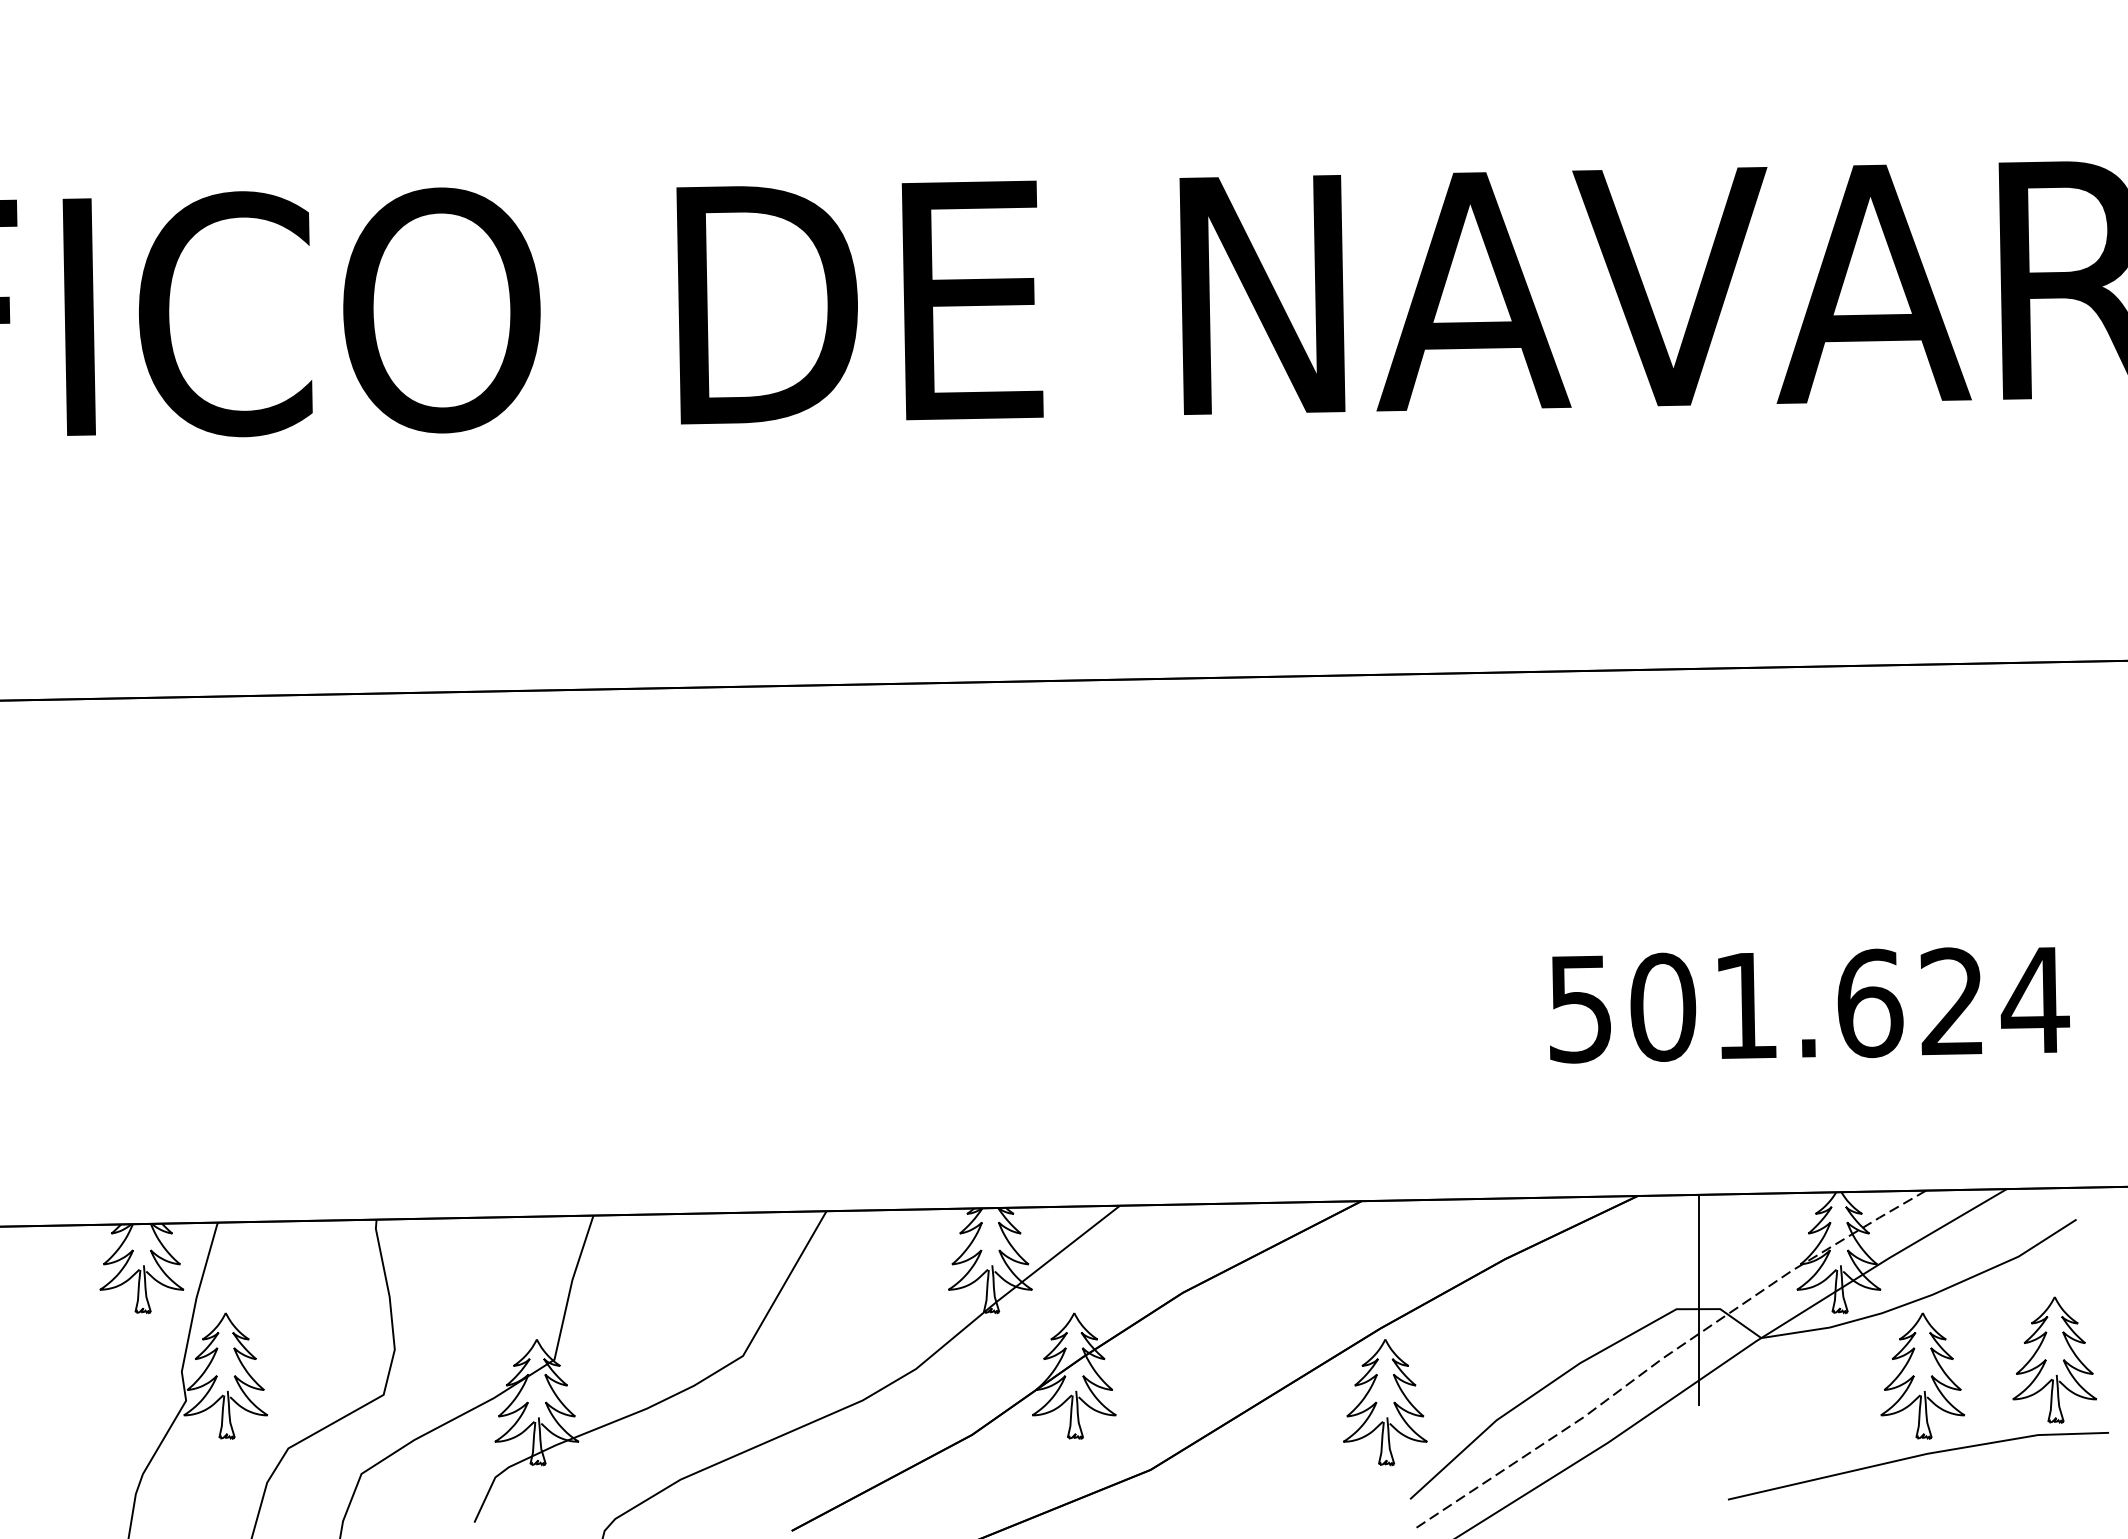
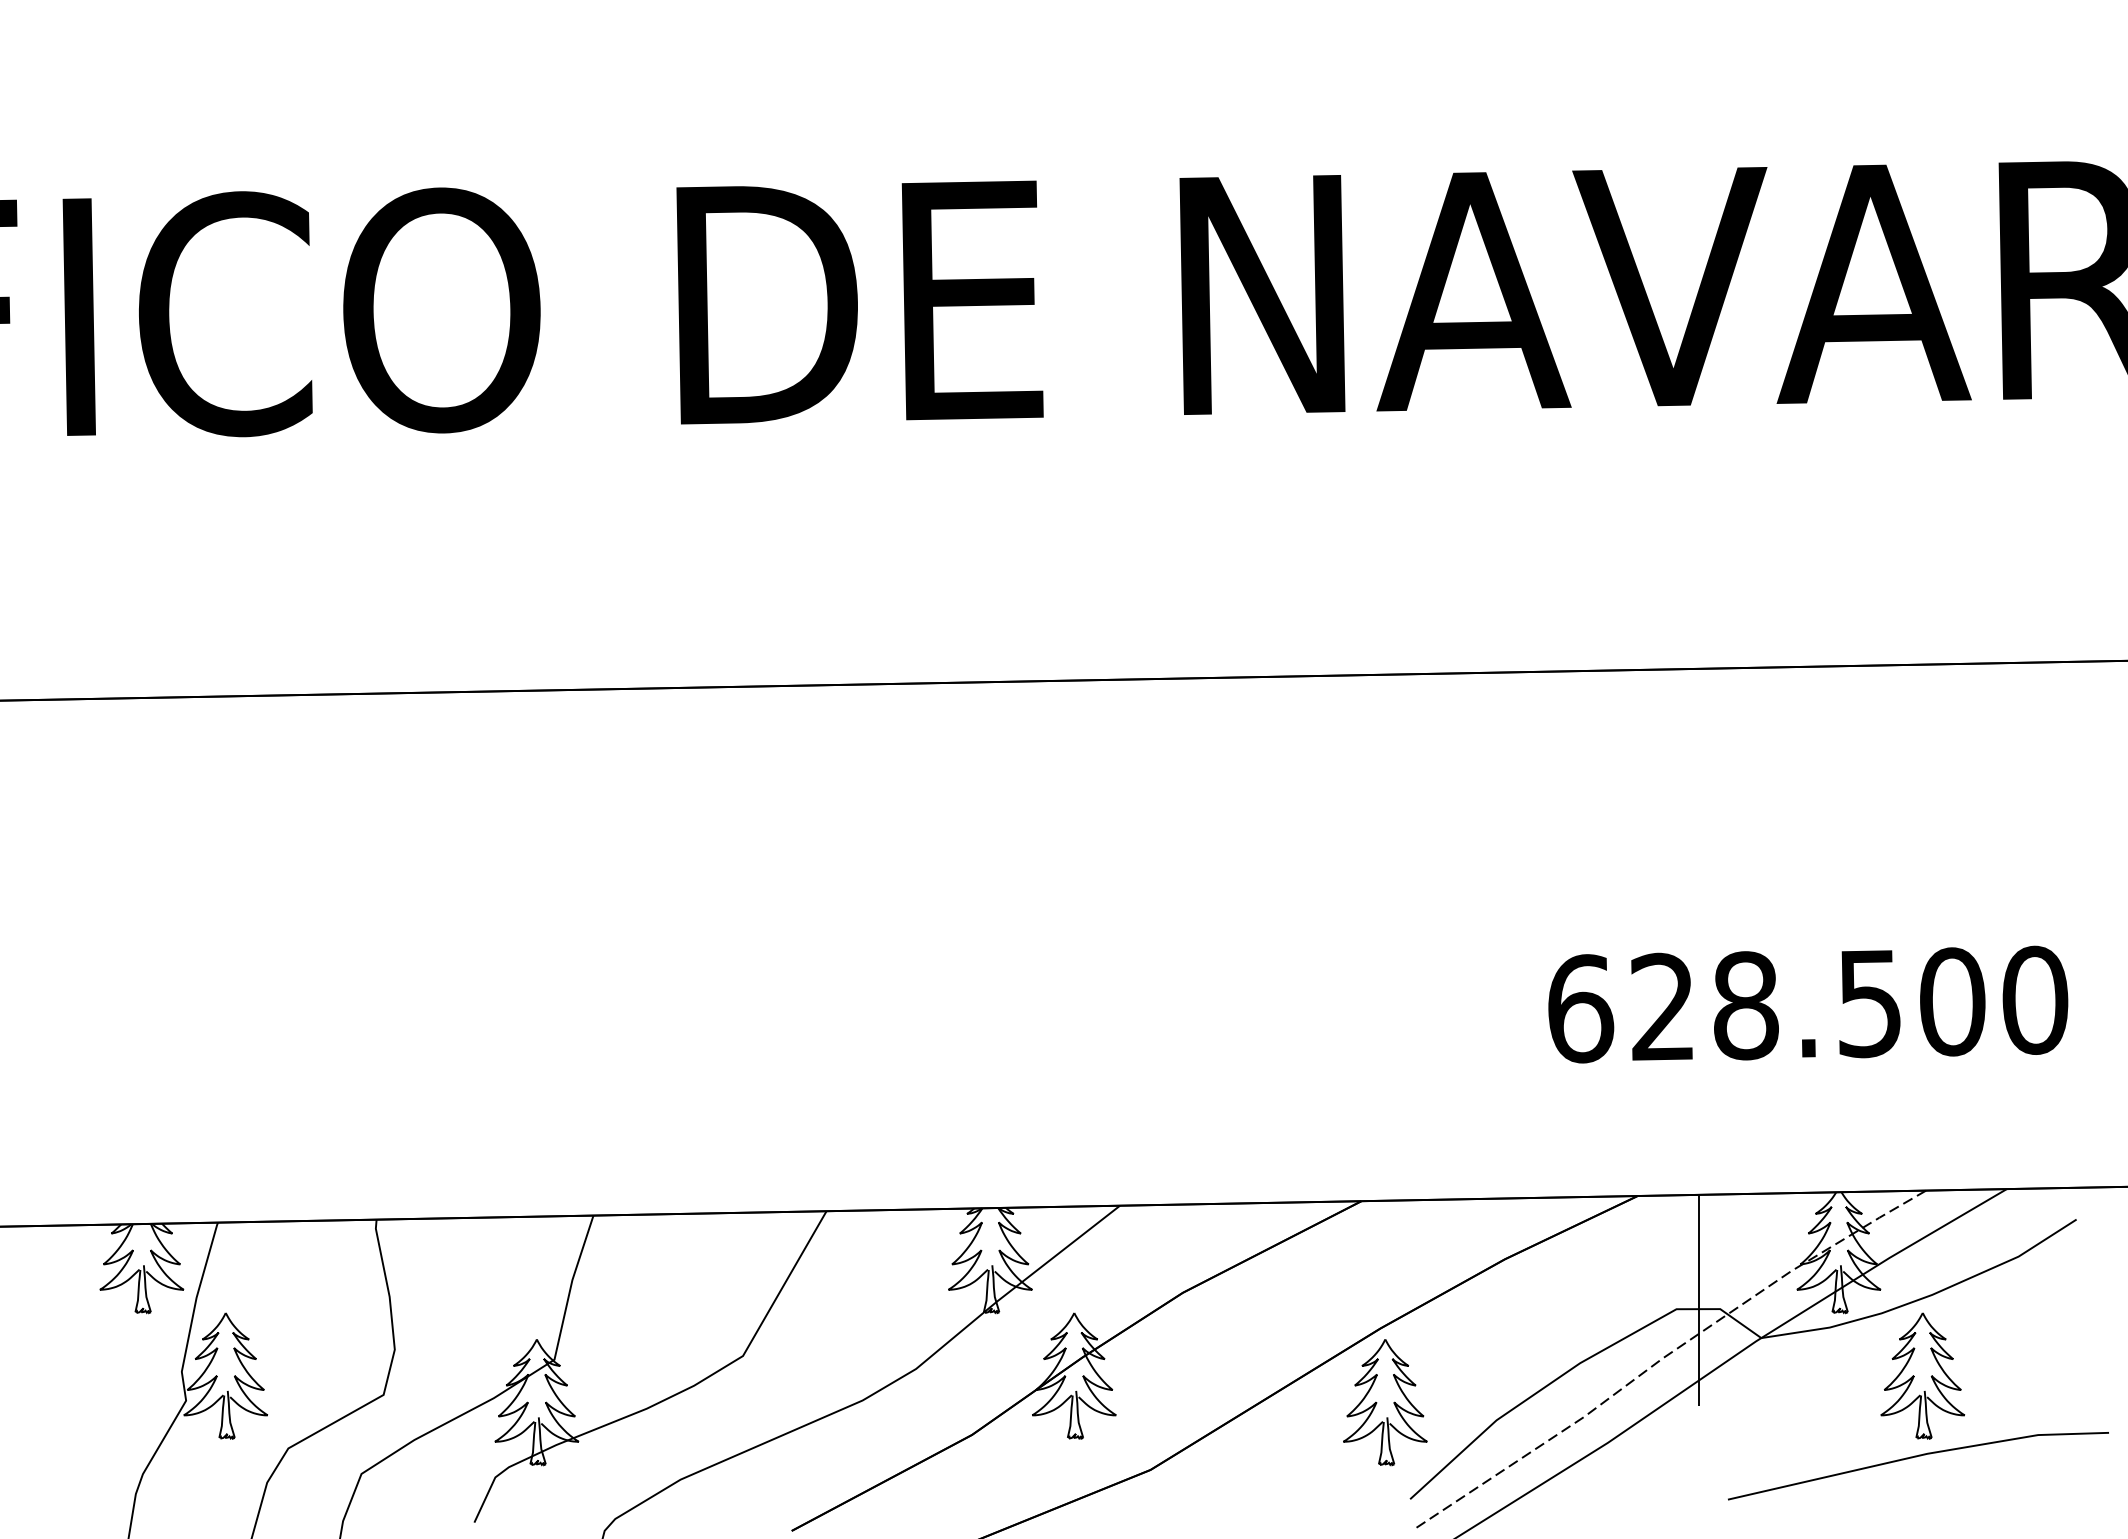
text at (1809, 1004): 501.624 -> 628.500
part at (2054, 1359): present -> none
